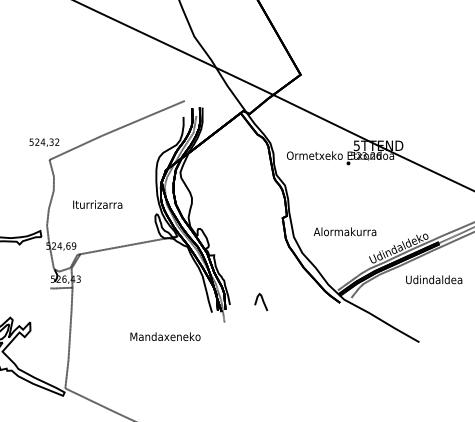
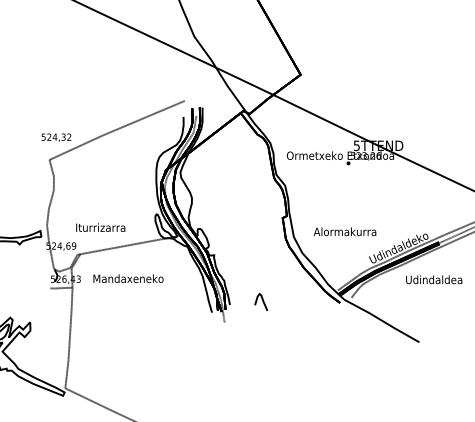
text at (44, 142) position: (44, 142) -> (56, 137)
text at (97, 204) position: (97, 204) -> (100, 227)
text at (165, 336) position: (165, 336) -> (128, 278)
